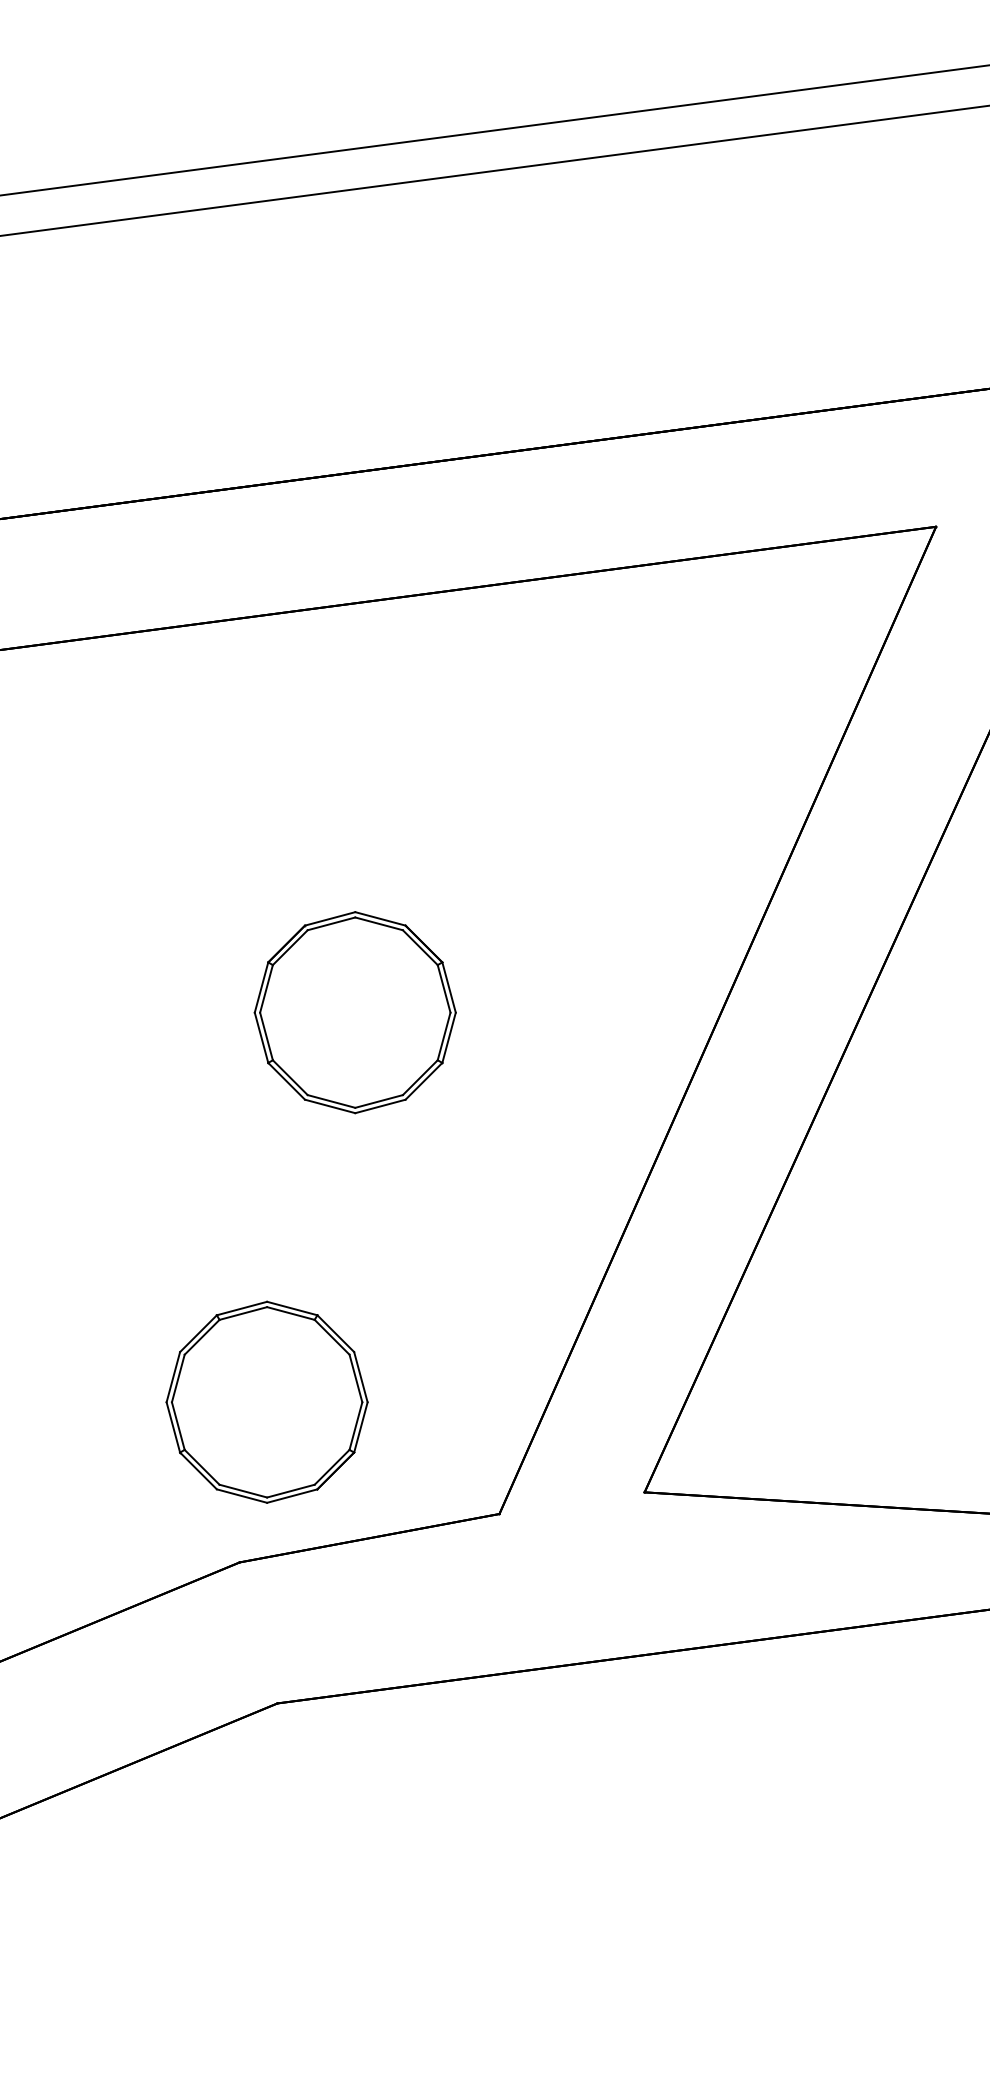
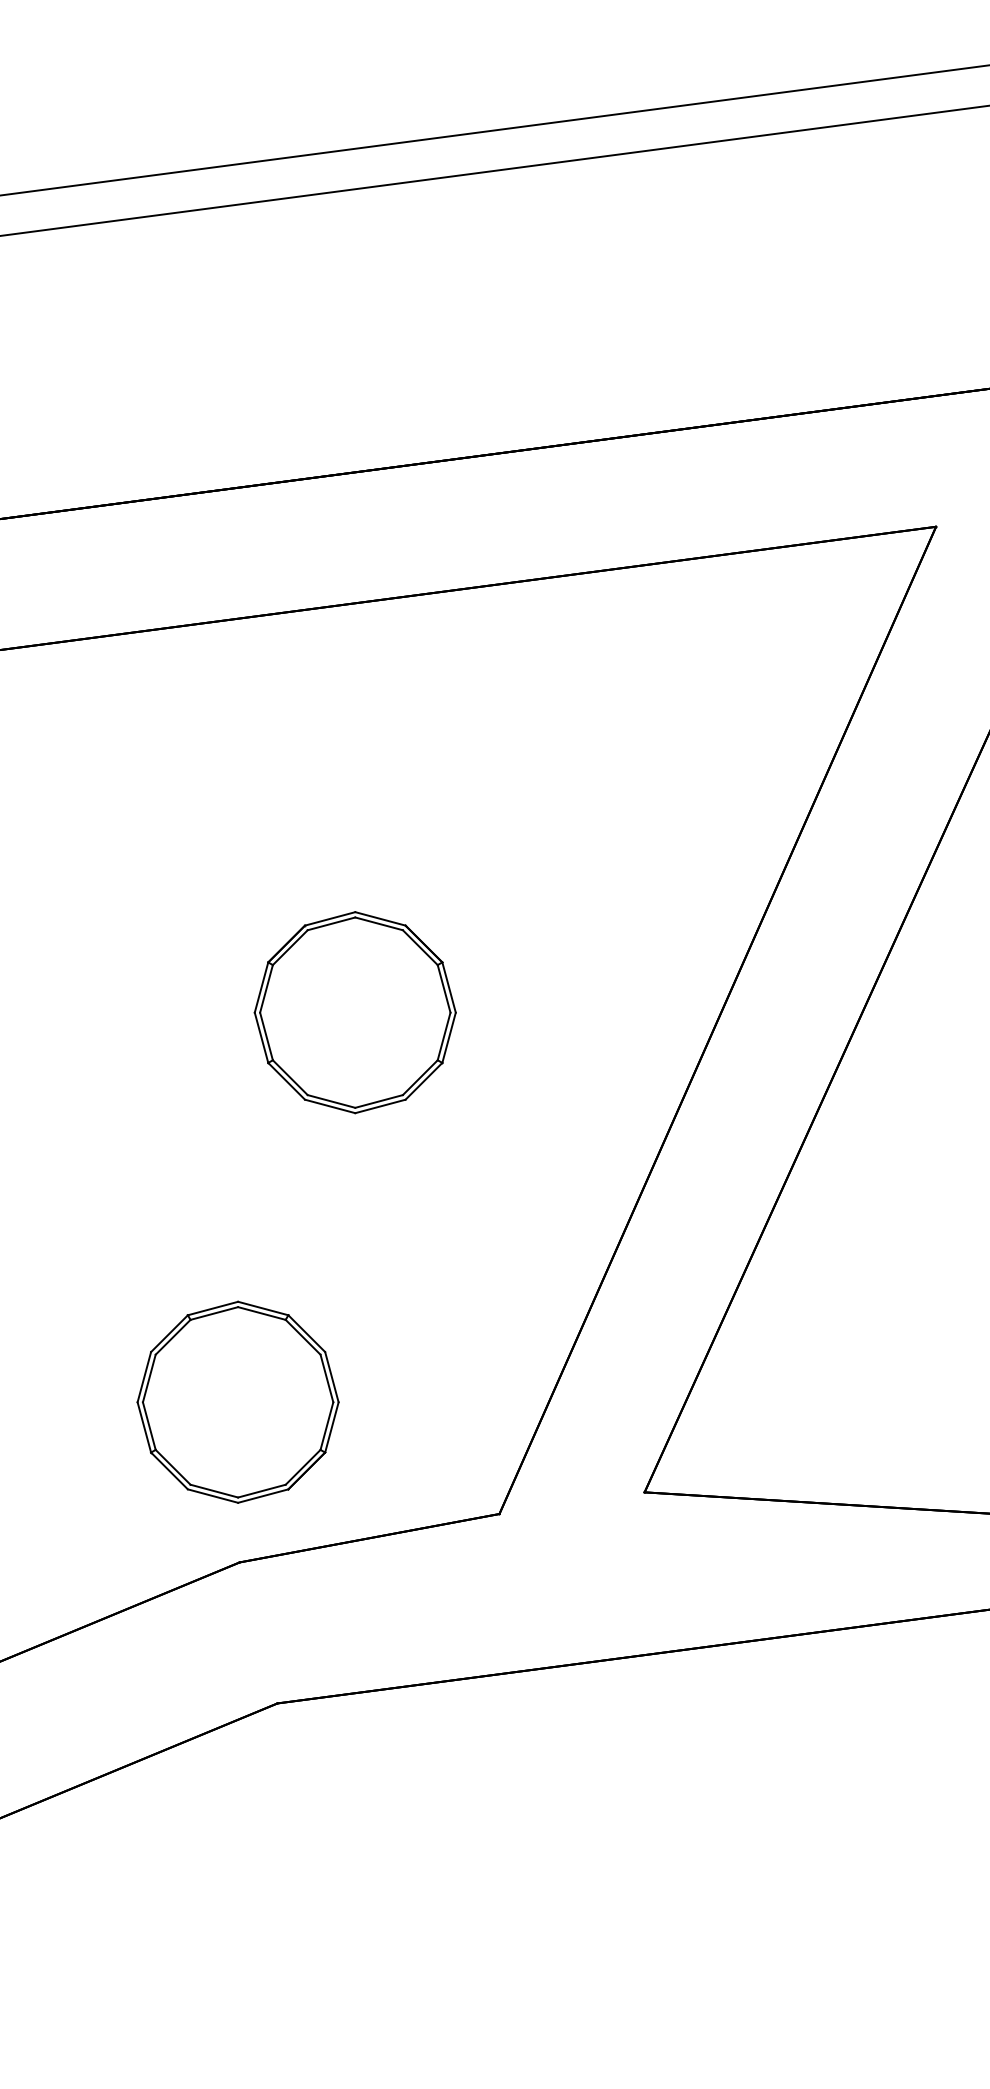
part at (266, 1401) position: (266, 1401) -> (237, 1401)
